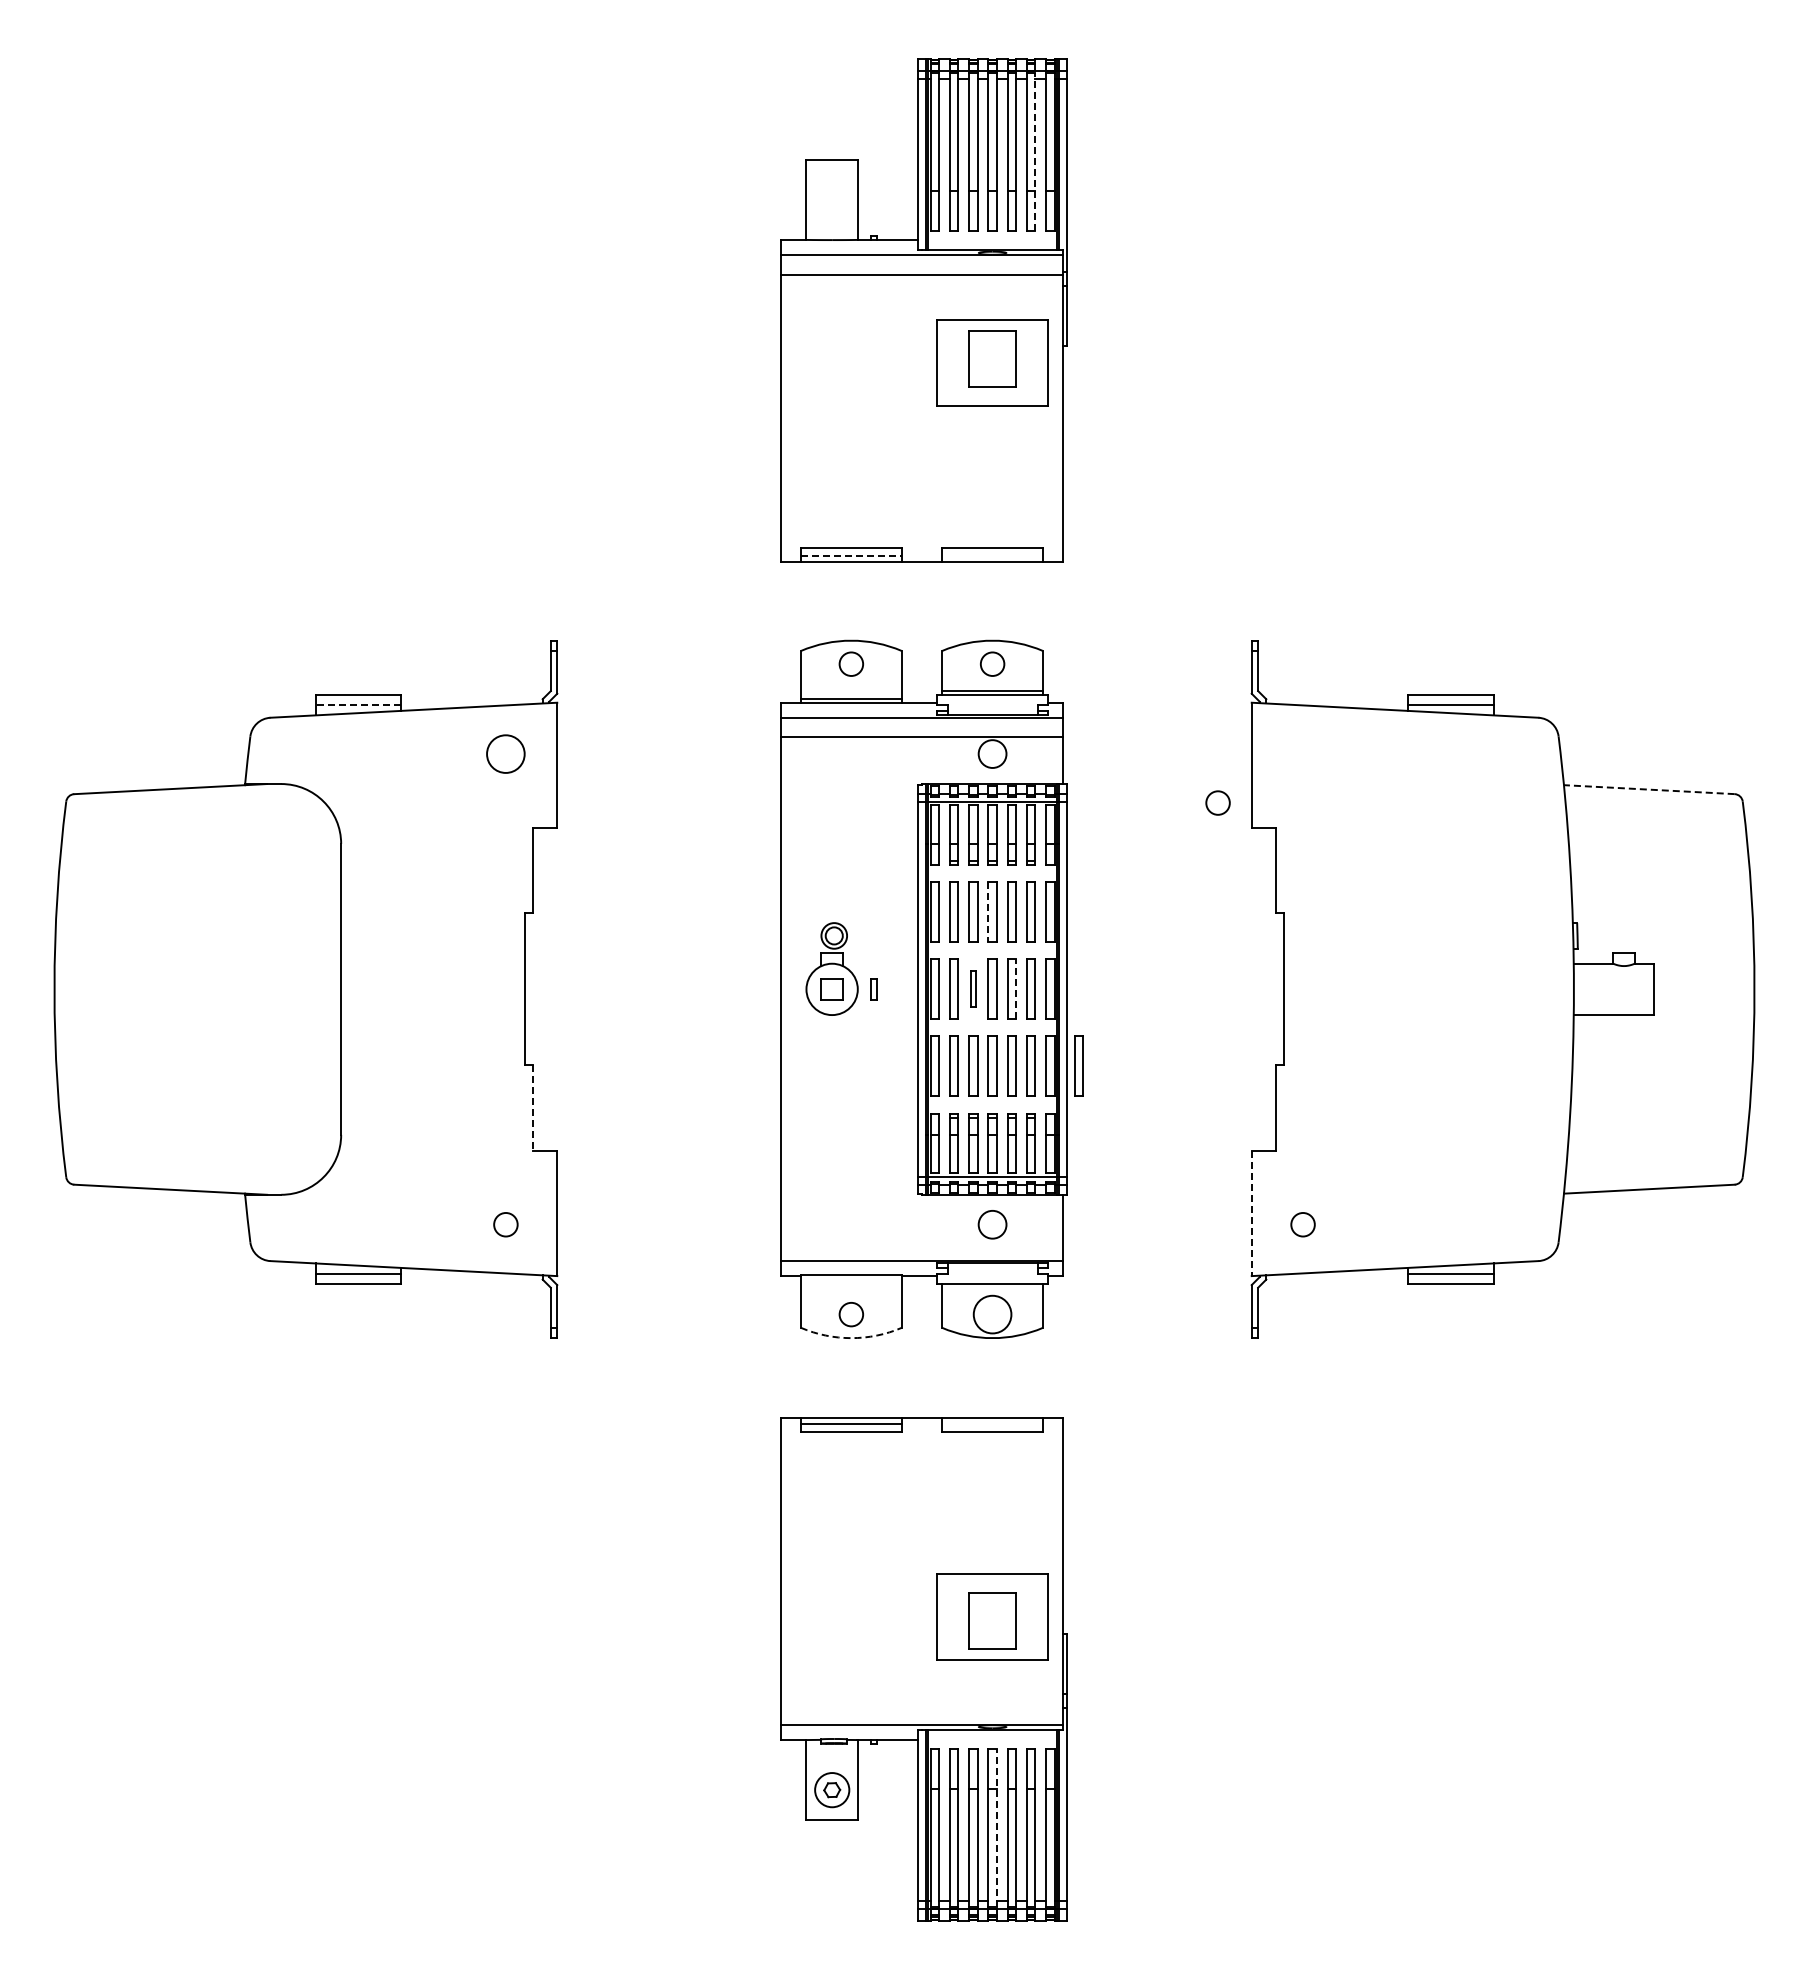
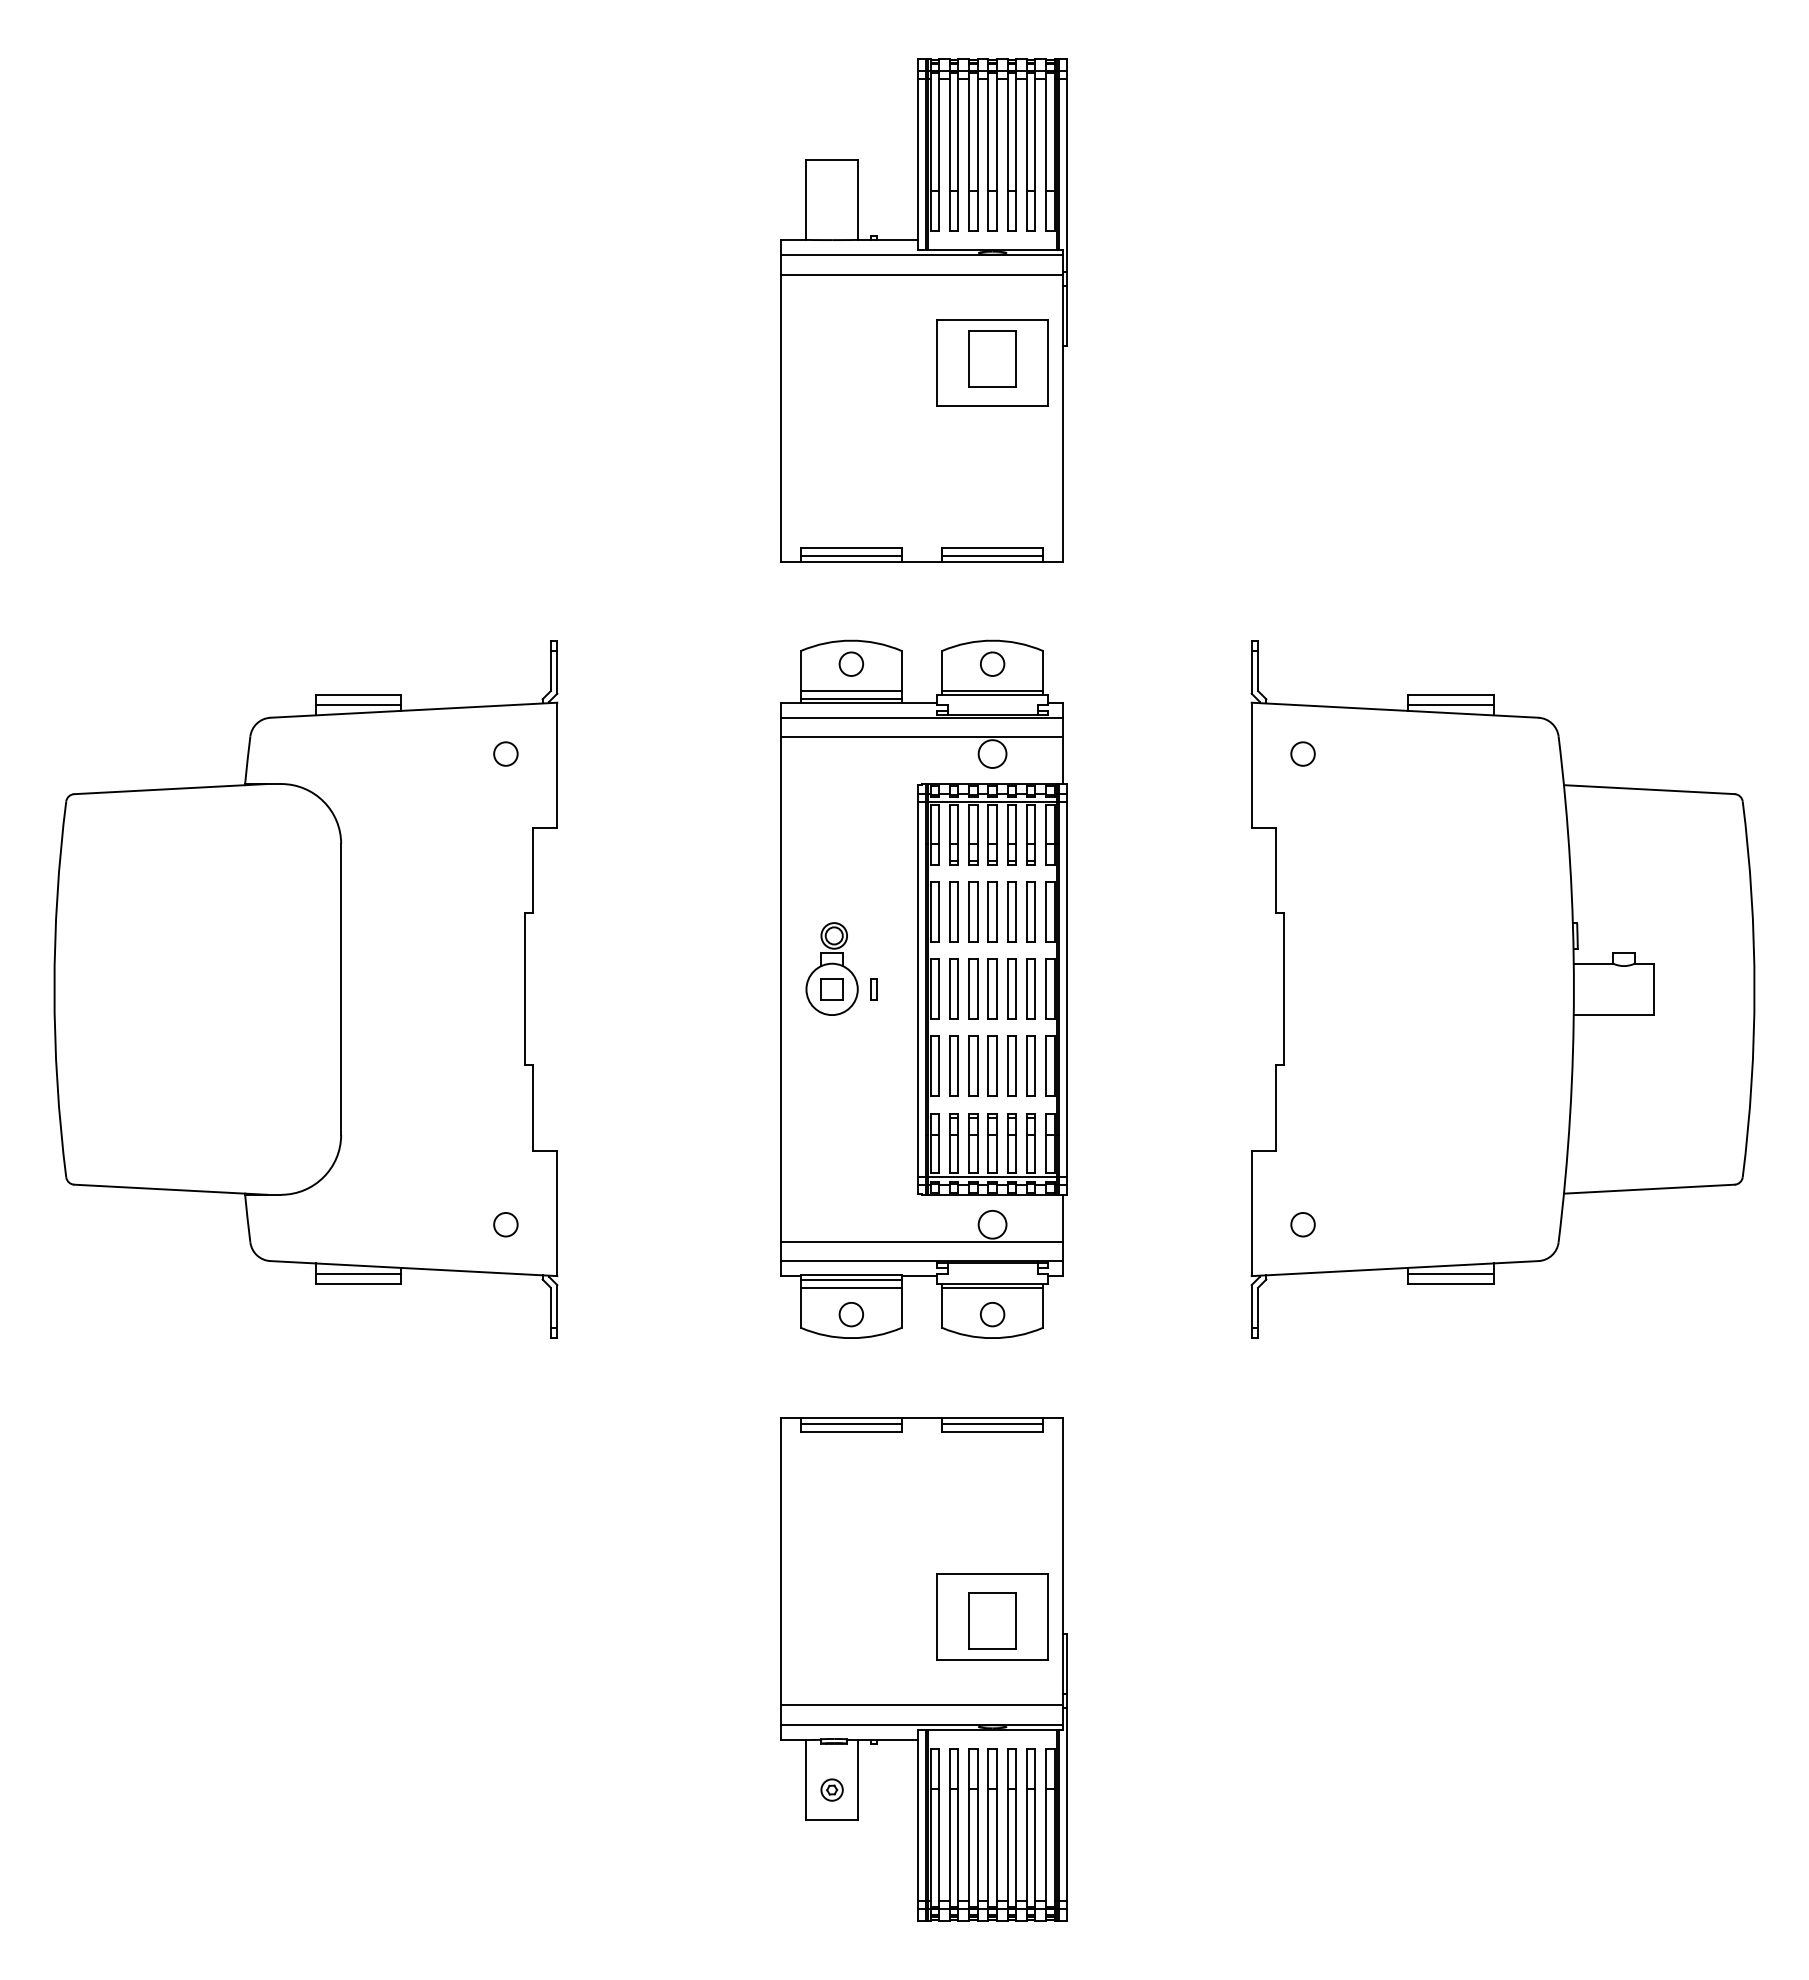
line at (1035, 151): dashed -> solid
line at (851, 555): dashed -> solid
line at (992, 555): none -> present
line at (850, 691): none -> present
line at (358, 704): dashed -> solid
circle at (505, 753) size: 40x40 px -> 26x26 px
line at (1648, 789): dashed -> solid
circle at (1217, 802) position: (1217, 802) -> (1302, 753)
line at (988, 912): dashed -> solid
part at (973, 988) size: 7x38 px -> 11x62 px
line at (1016, 989): dashed -> solid
part at (1078, 1065): present -> none
line at (533, 1108): dashed -> solid
line at (1251, 1213): dashed -> solid
line at (921, 1242): none -> present
line at (850, 1279): none -> present
line at (850, 1287): none -> present
line at (992, 1287): none -> present
circle at (992, 1314) diameter: 38 px -> 24 px
arc at (851, 1338): dashed -> solid
line at (992, 1424): none -> present
line at (921, 1704): none -> present
part at (832, 1790) size: 37x37 px -> 24x24 px
line at (996, 1828): dashed -> solid
